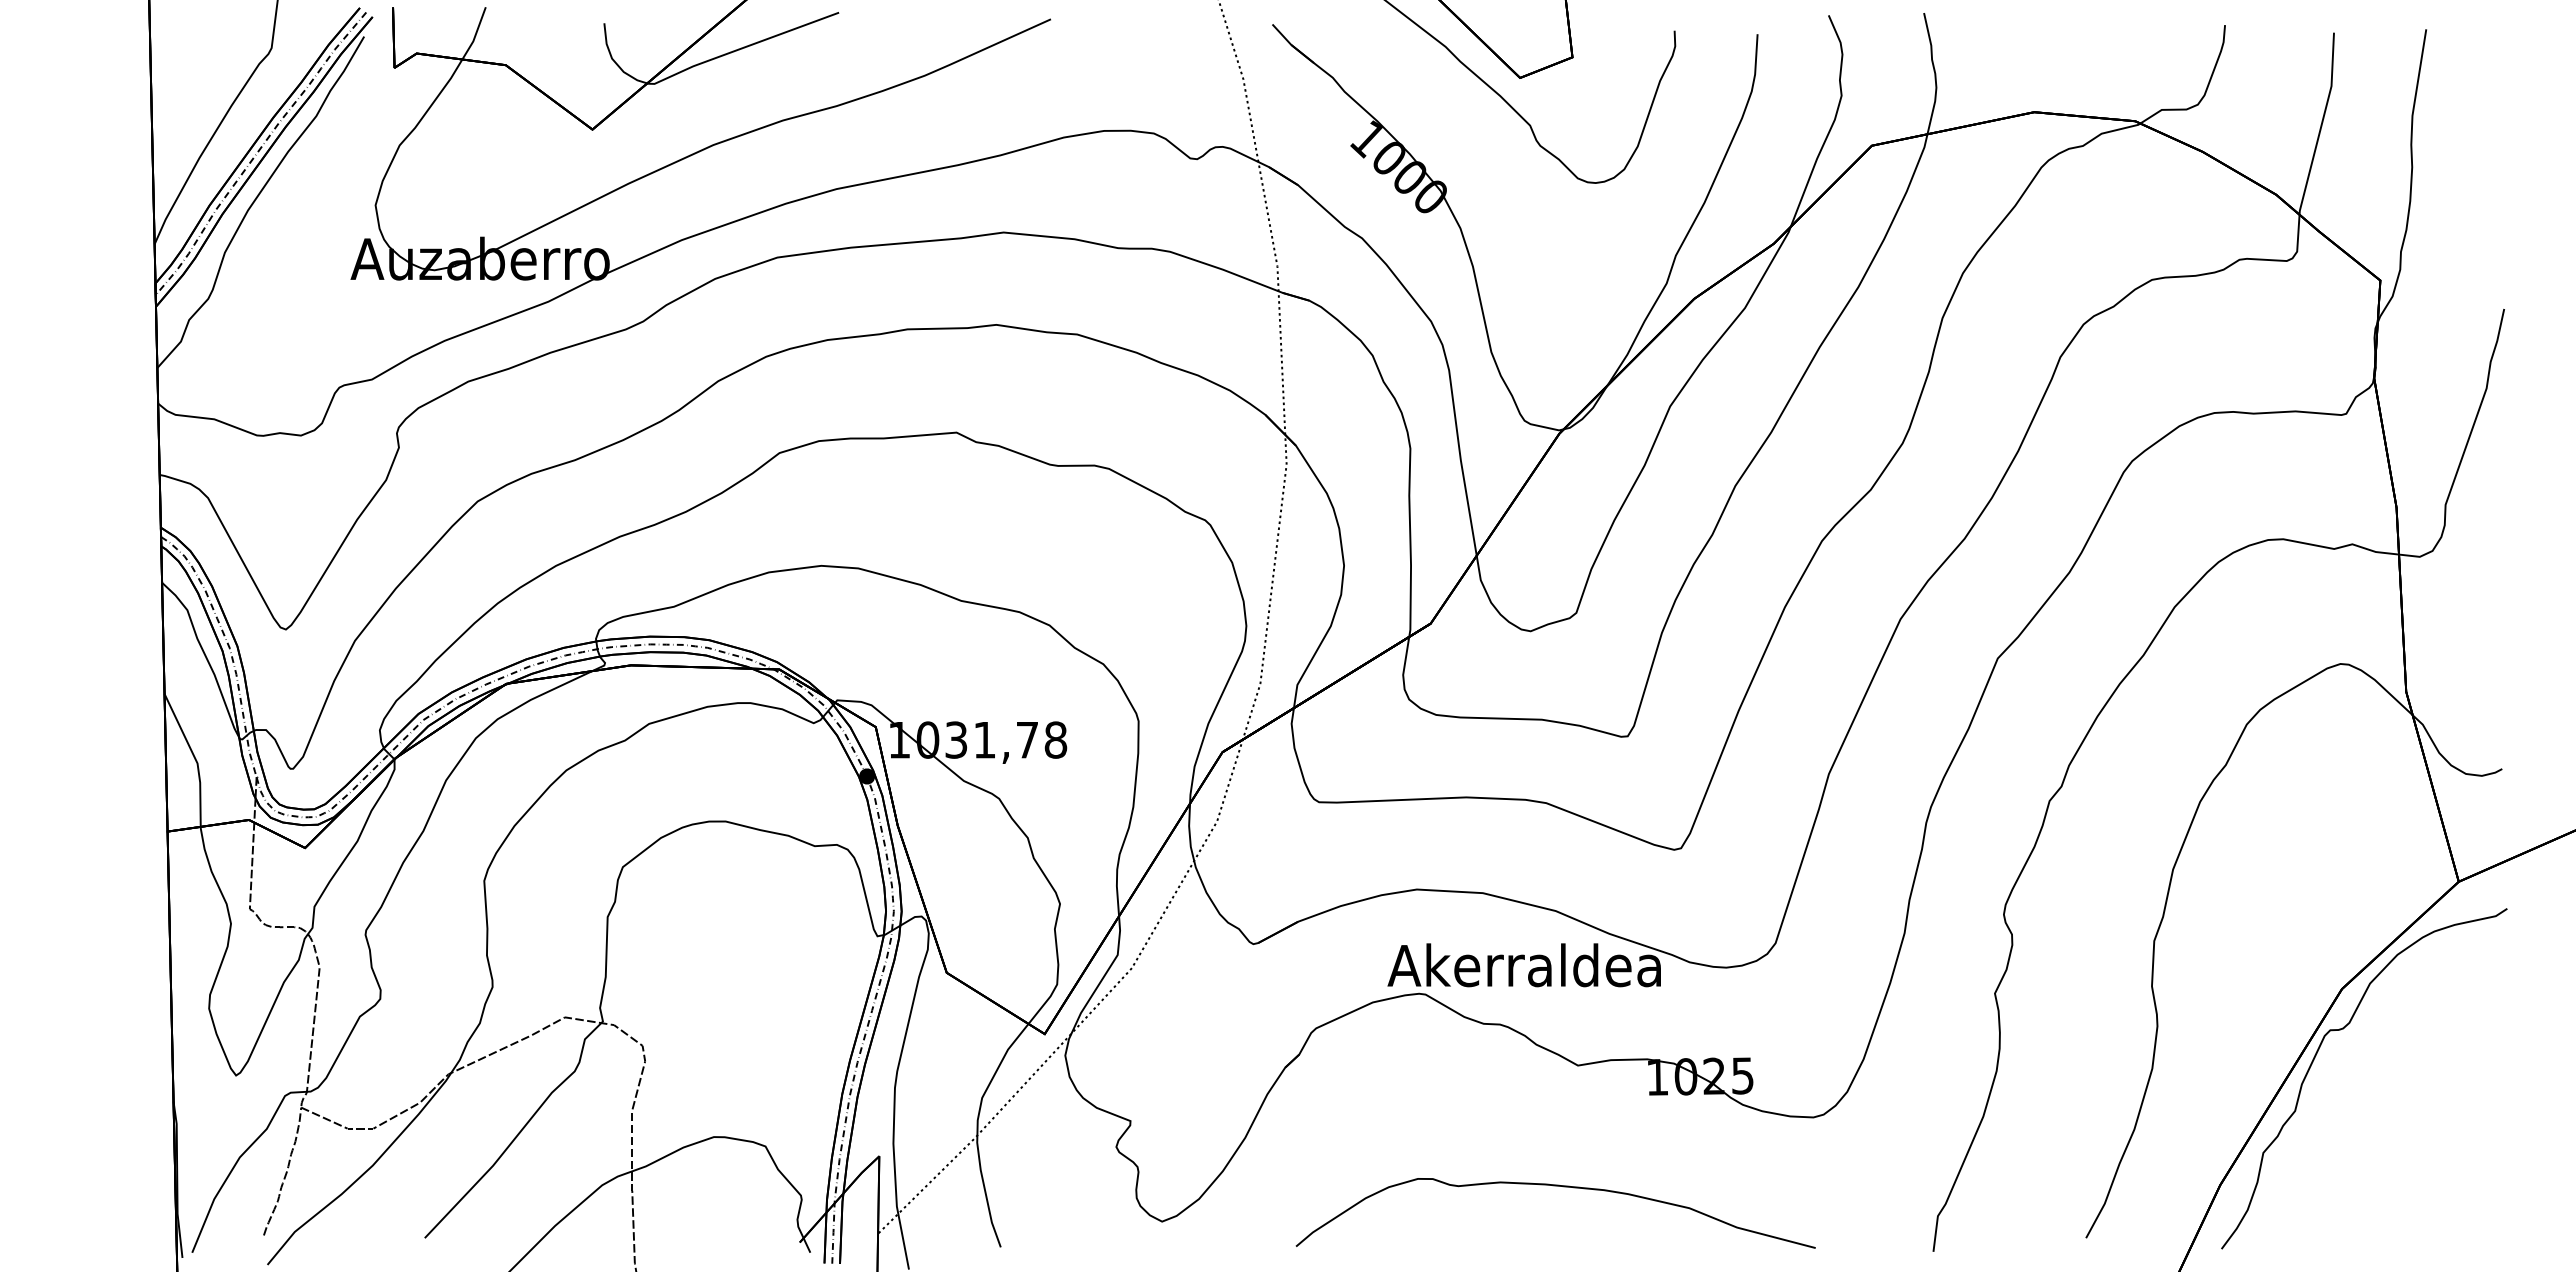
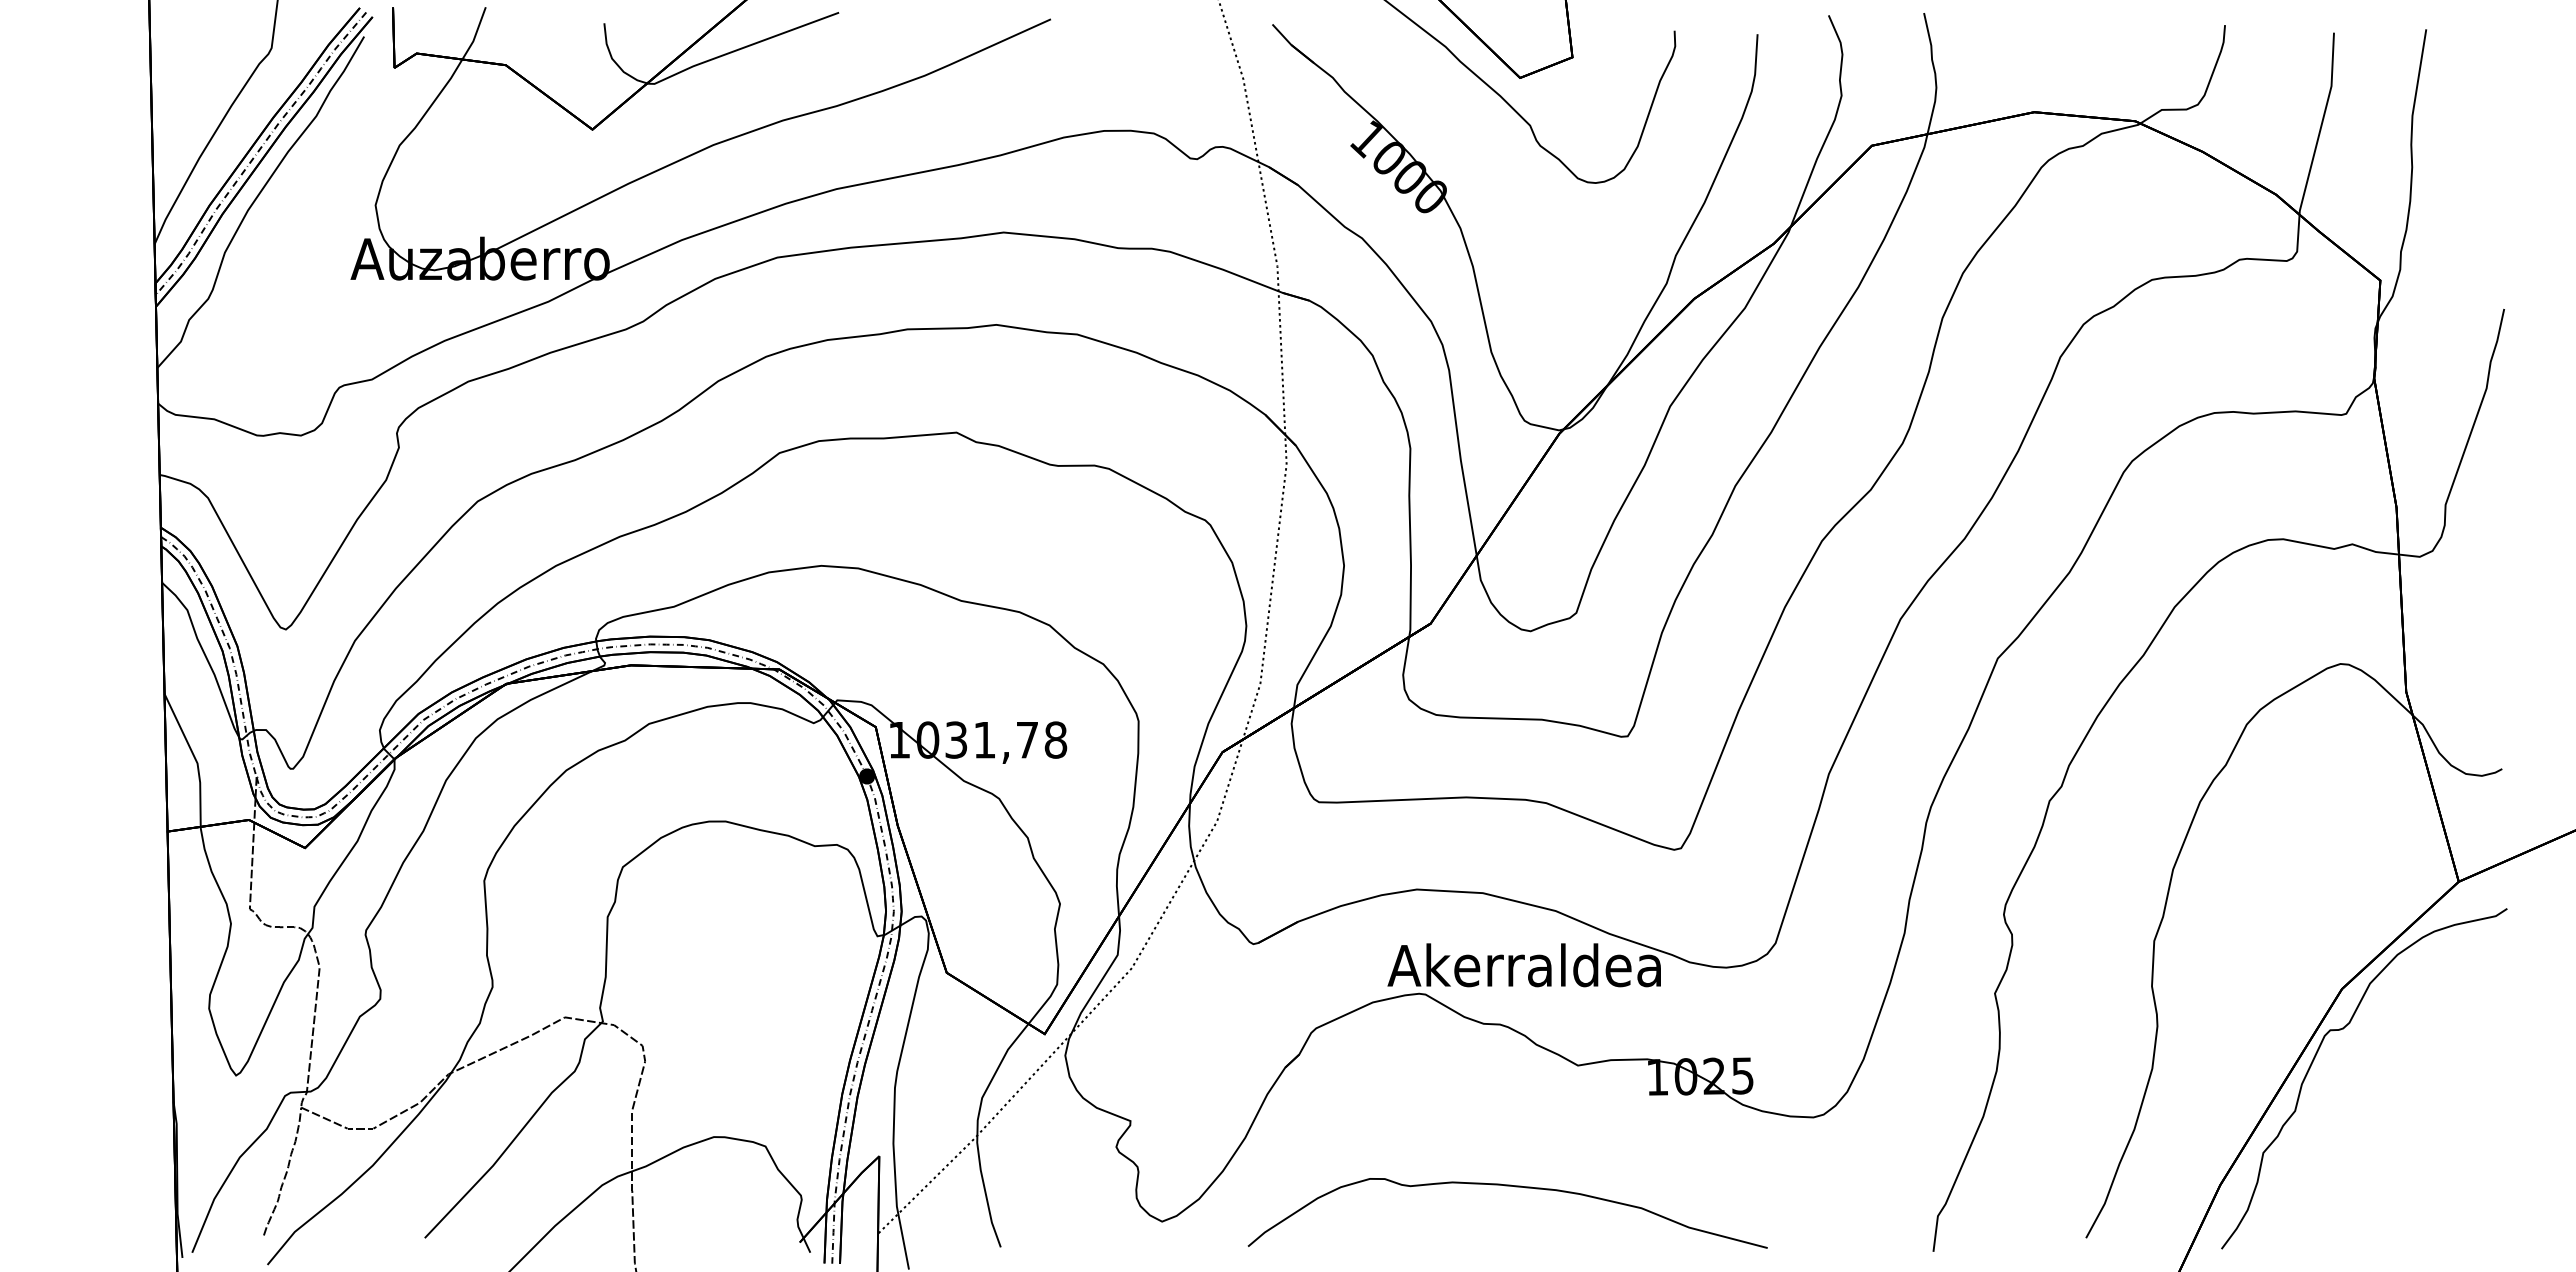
curve at (1555, 1186) position: (1555, 1186) -> (1507, 1186)
